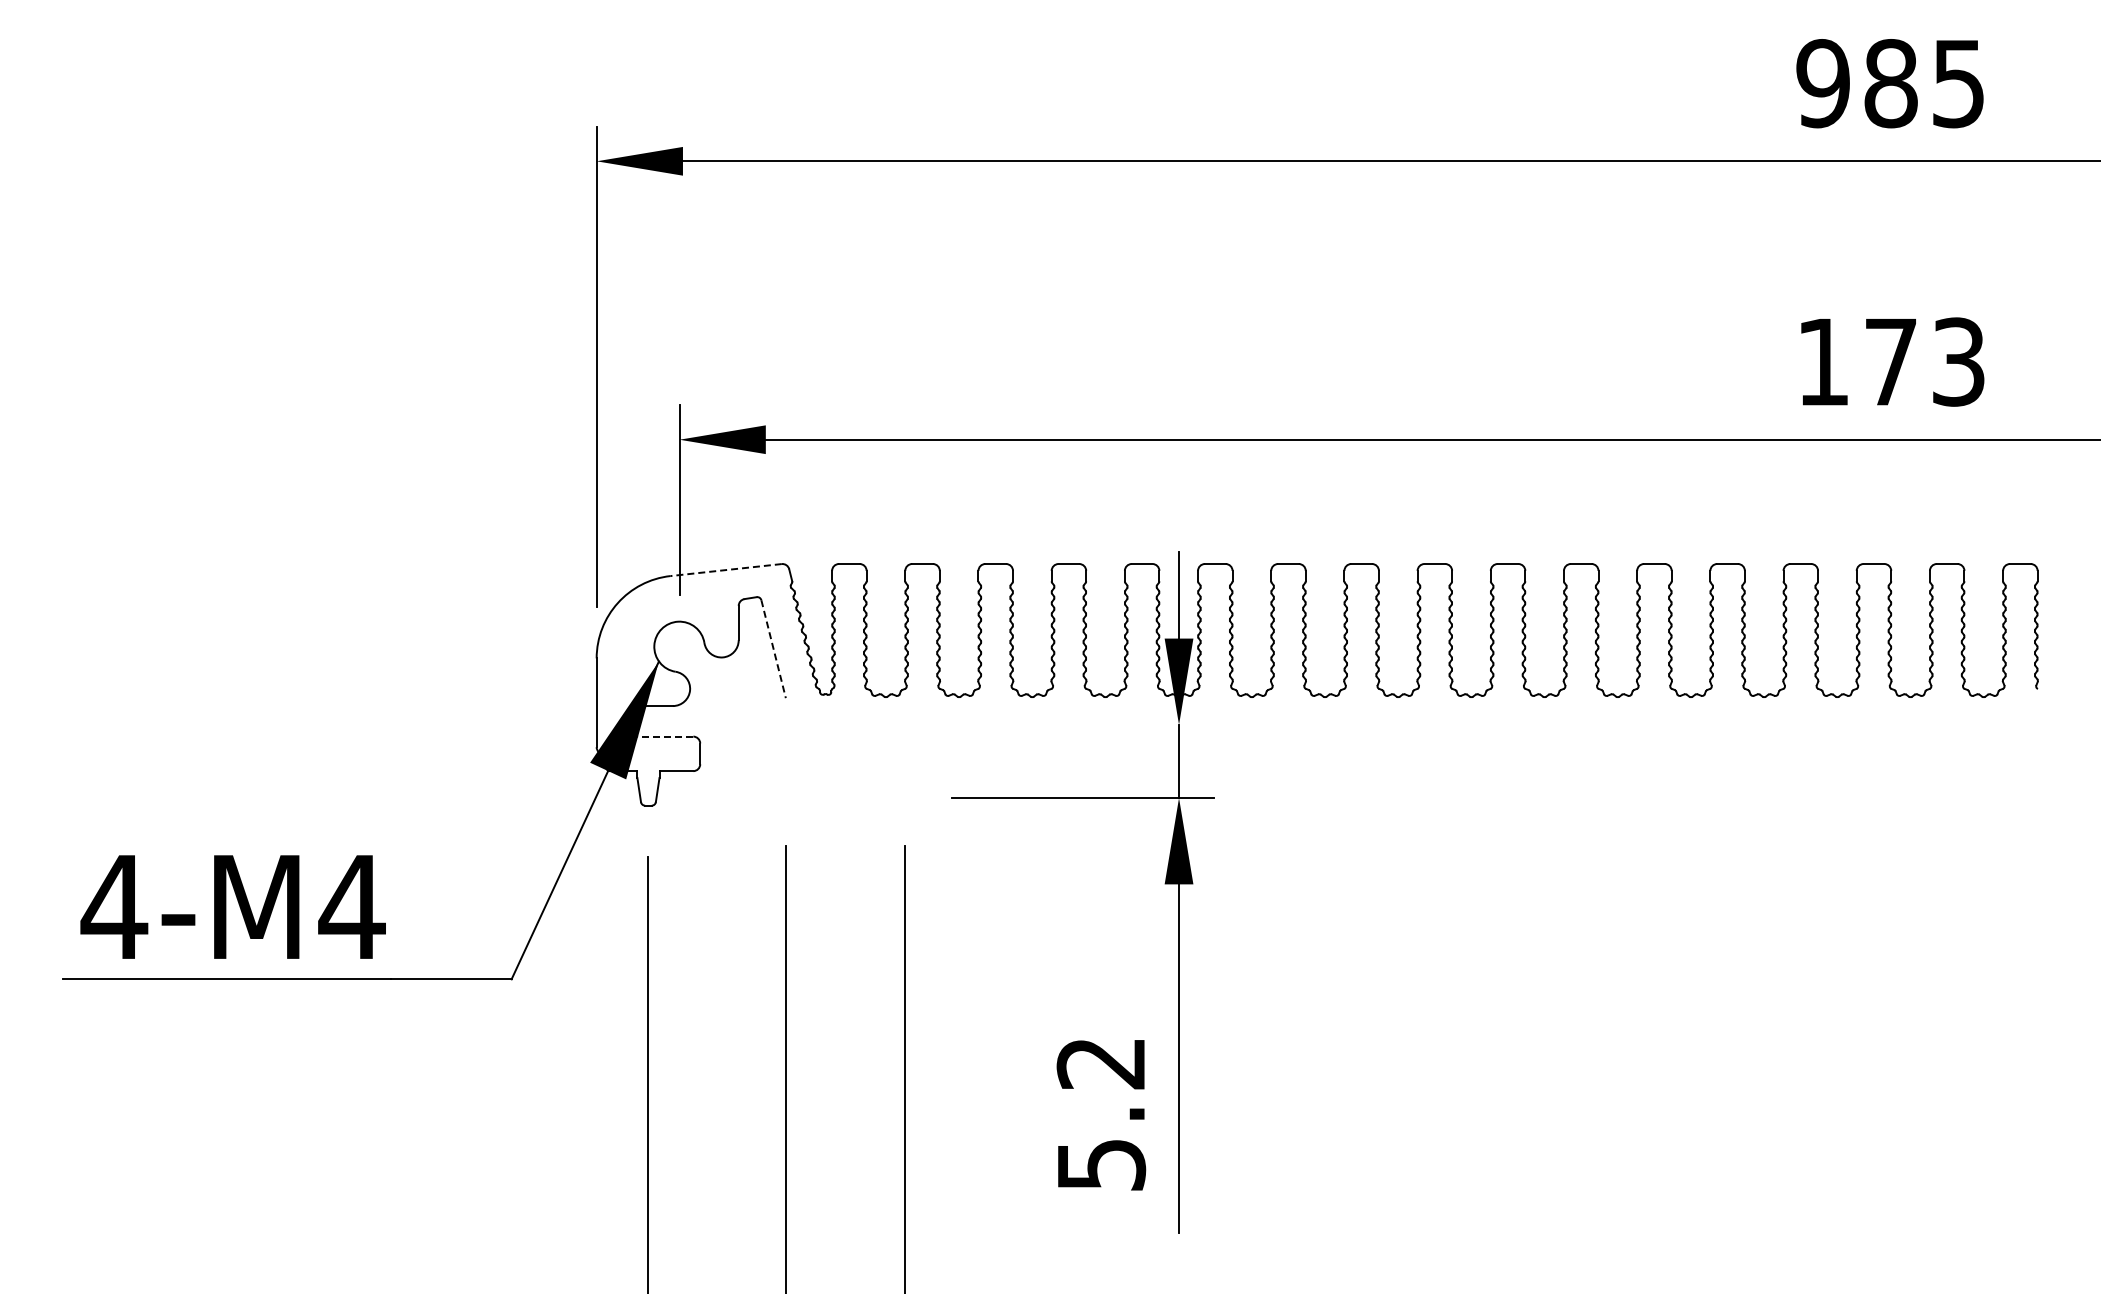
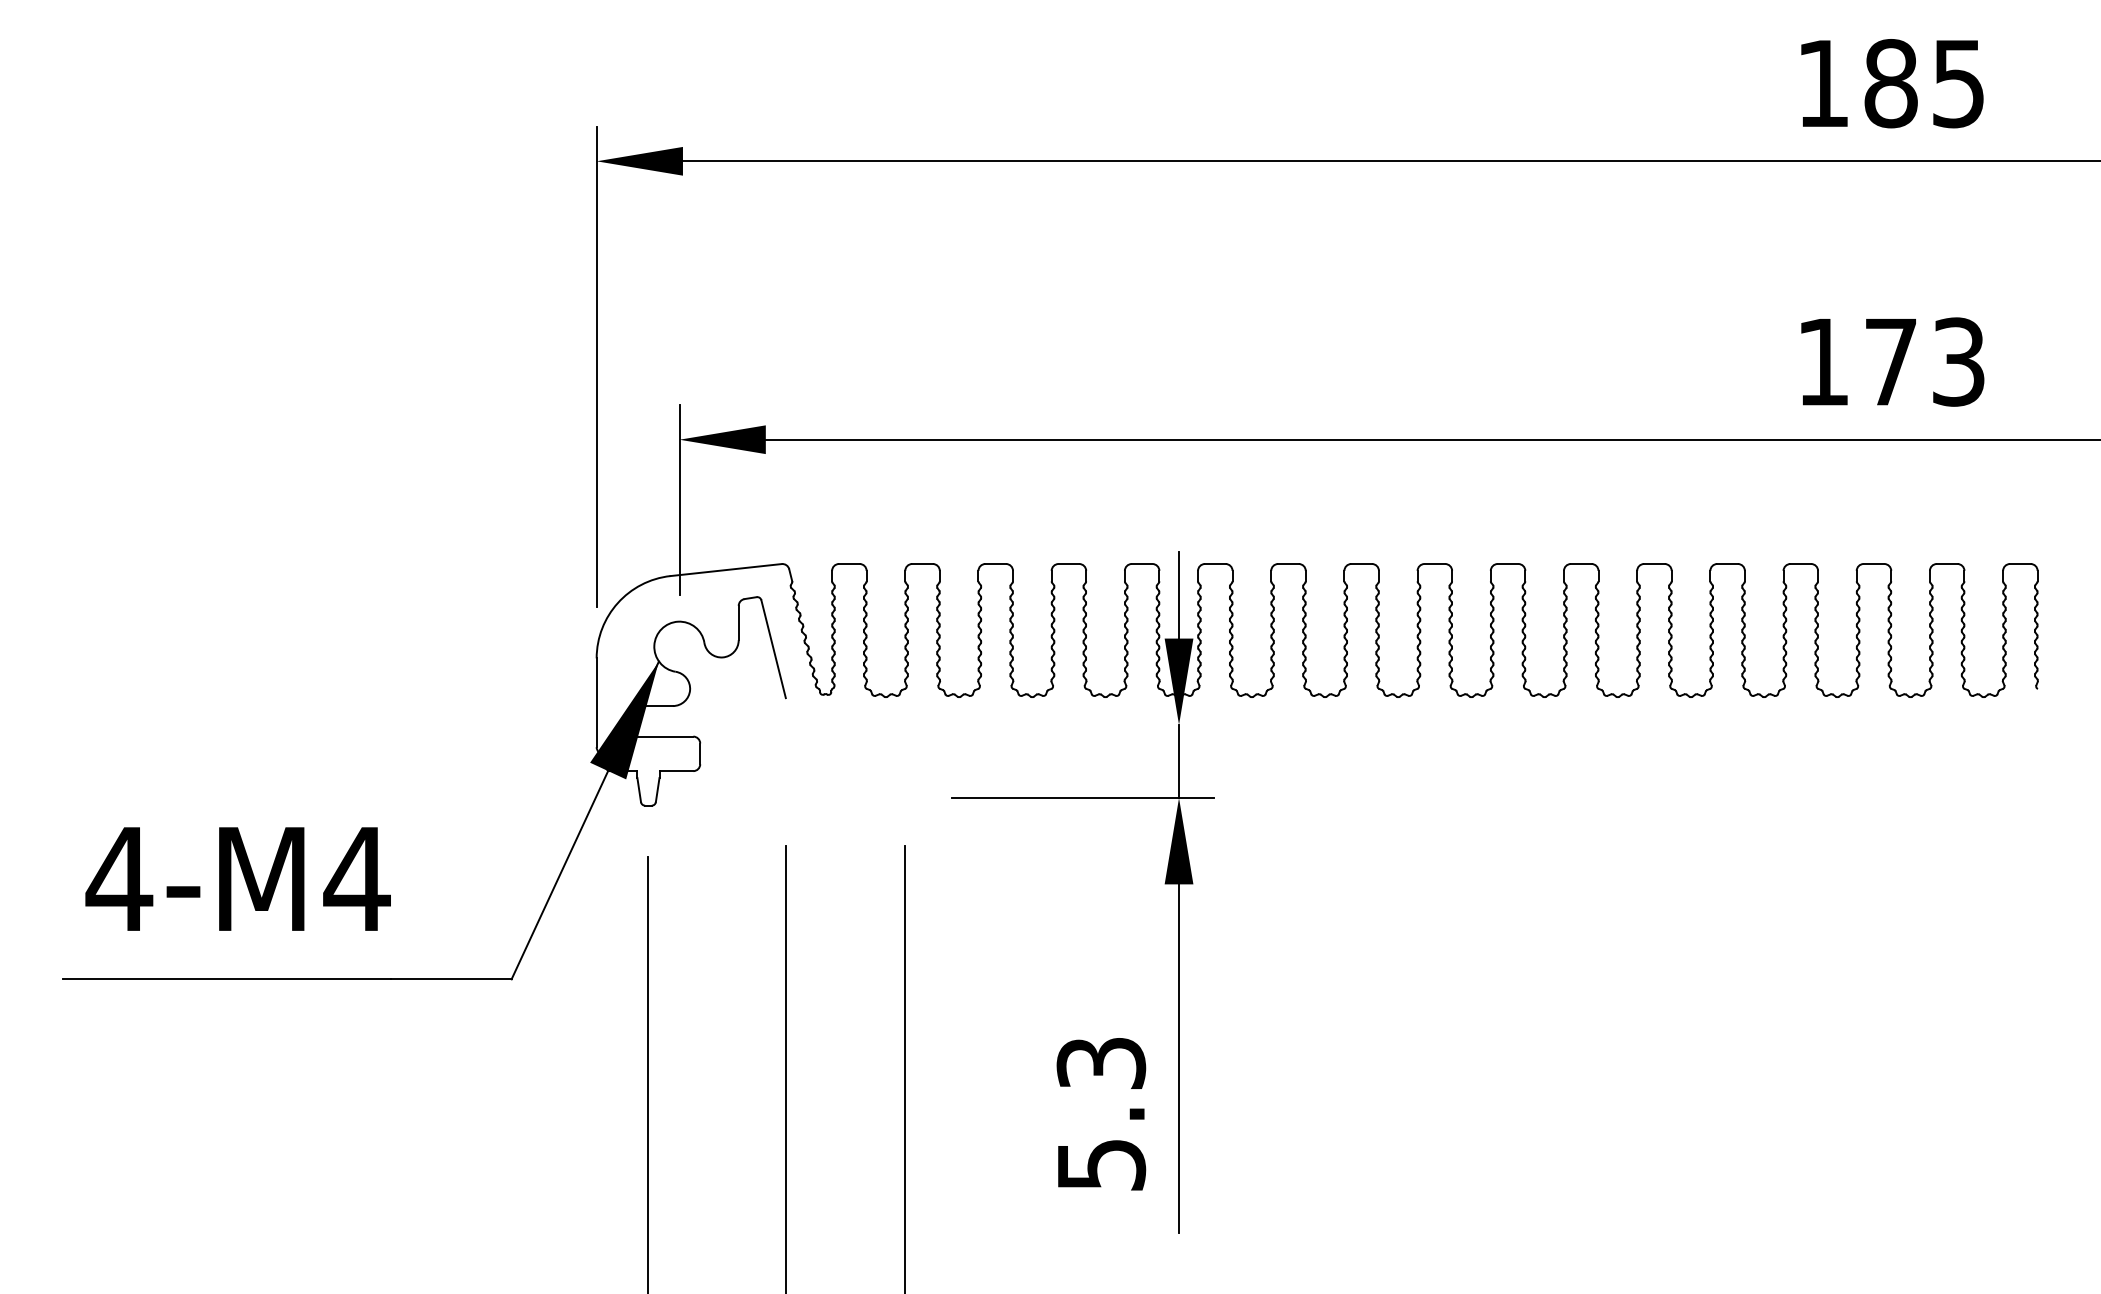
text at (1822, 83): 985 -> 185
line at (726, 570): dashed -> solid
line at (773, 649): dashed -> solid
line at (665, 736): dashed -> solid
text at (232, 906) position: (232, 906) -> (237, 878)
text at (1101, 1063): 5.2 -> 5.3
